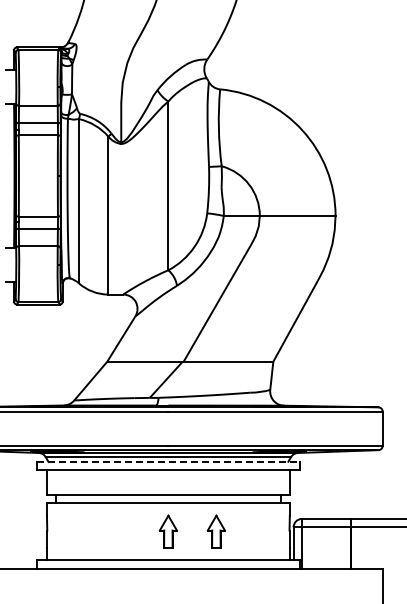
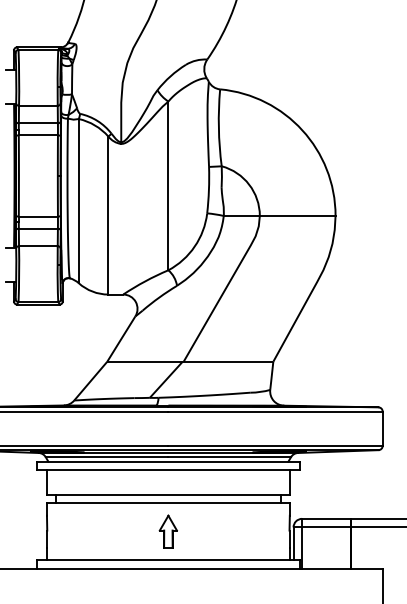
line at (168, 461): dashed -> solid
part at (215, 531): present -> none
